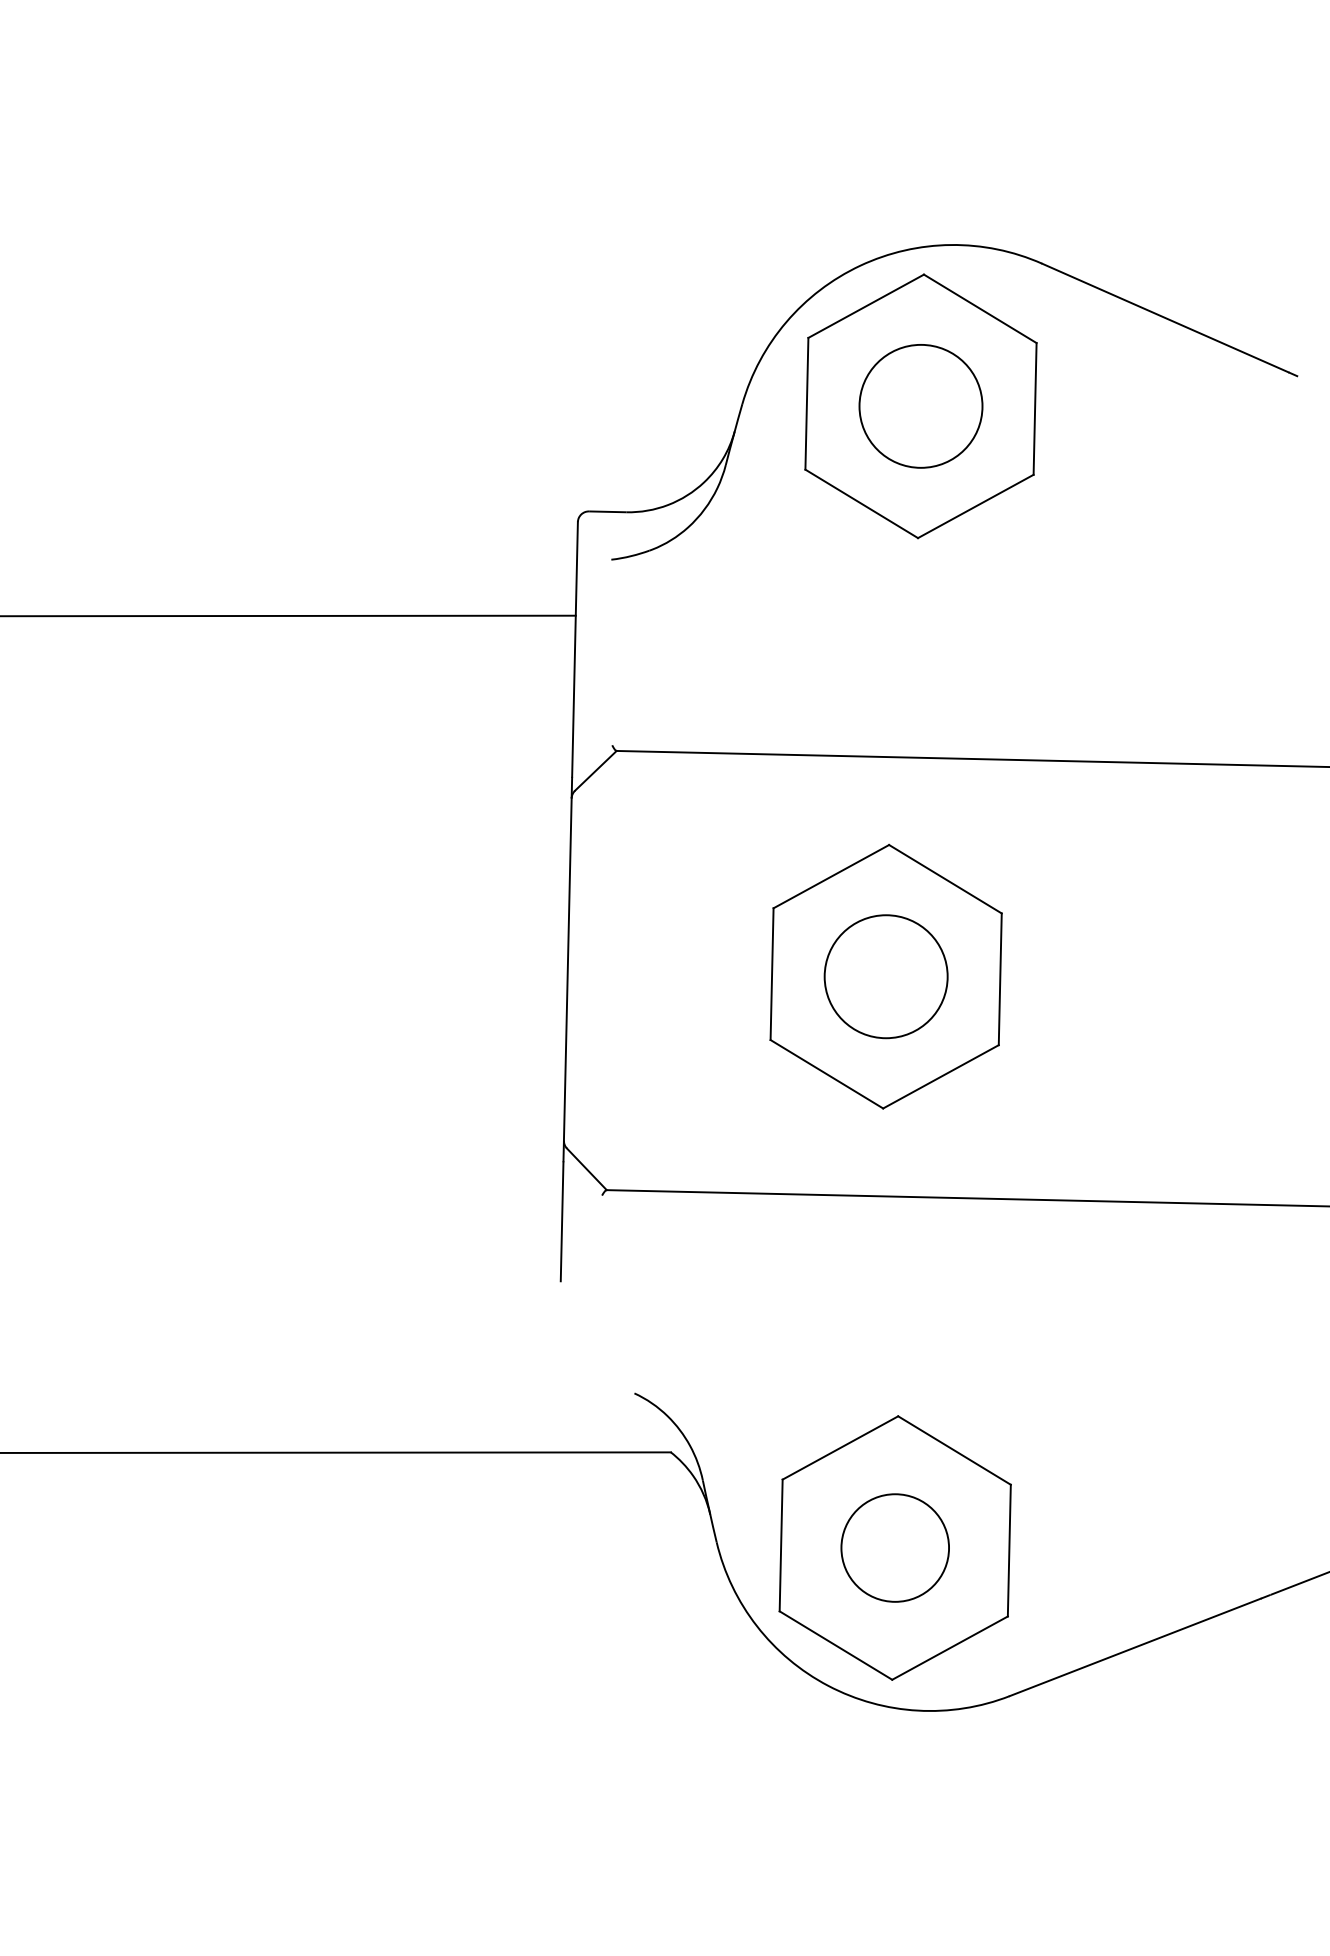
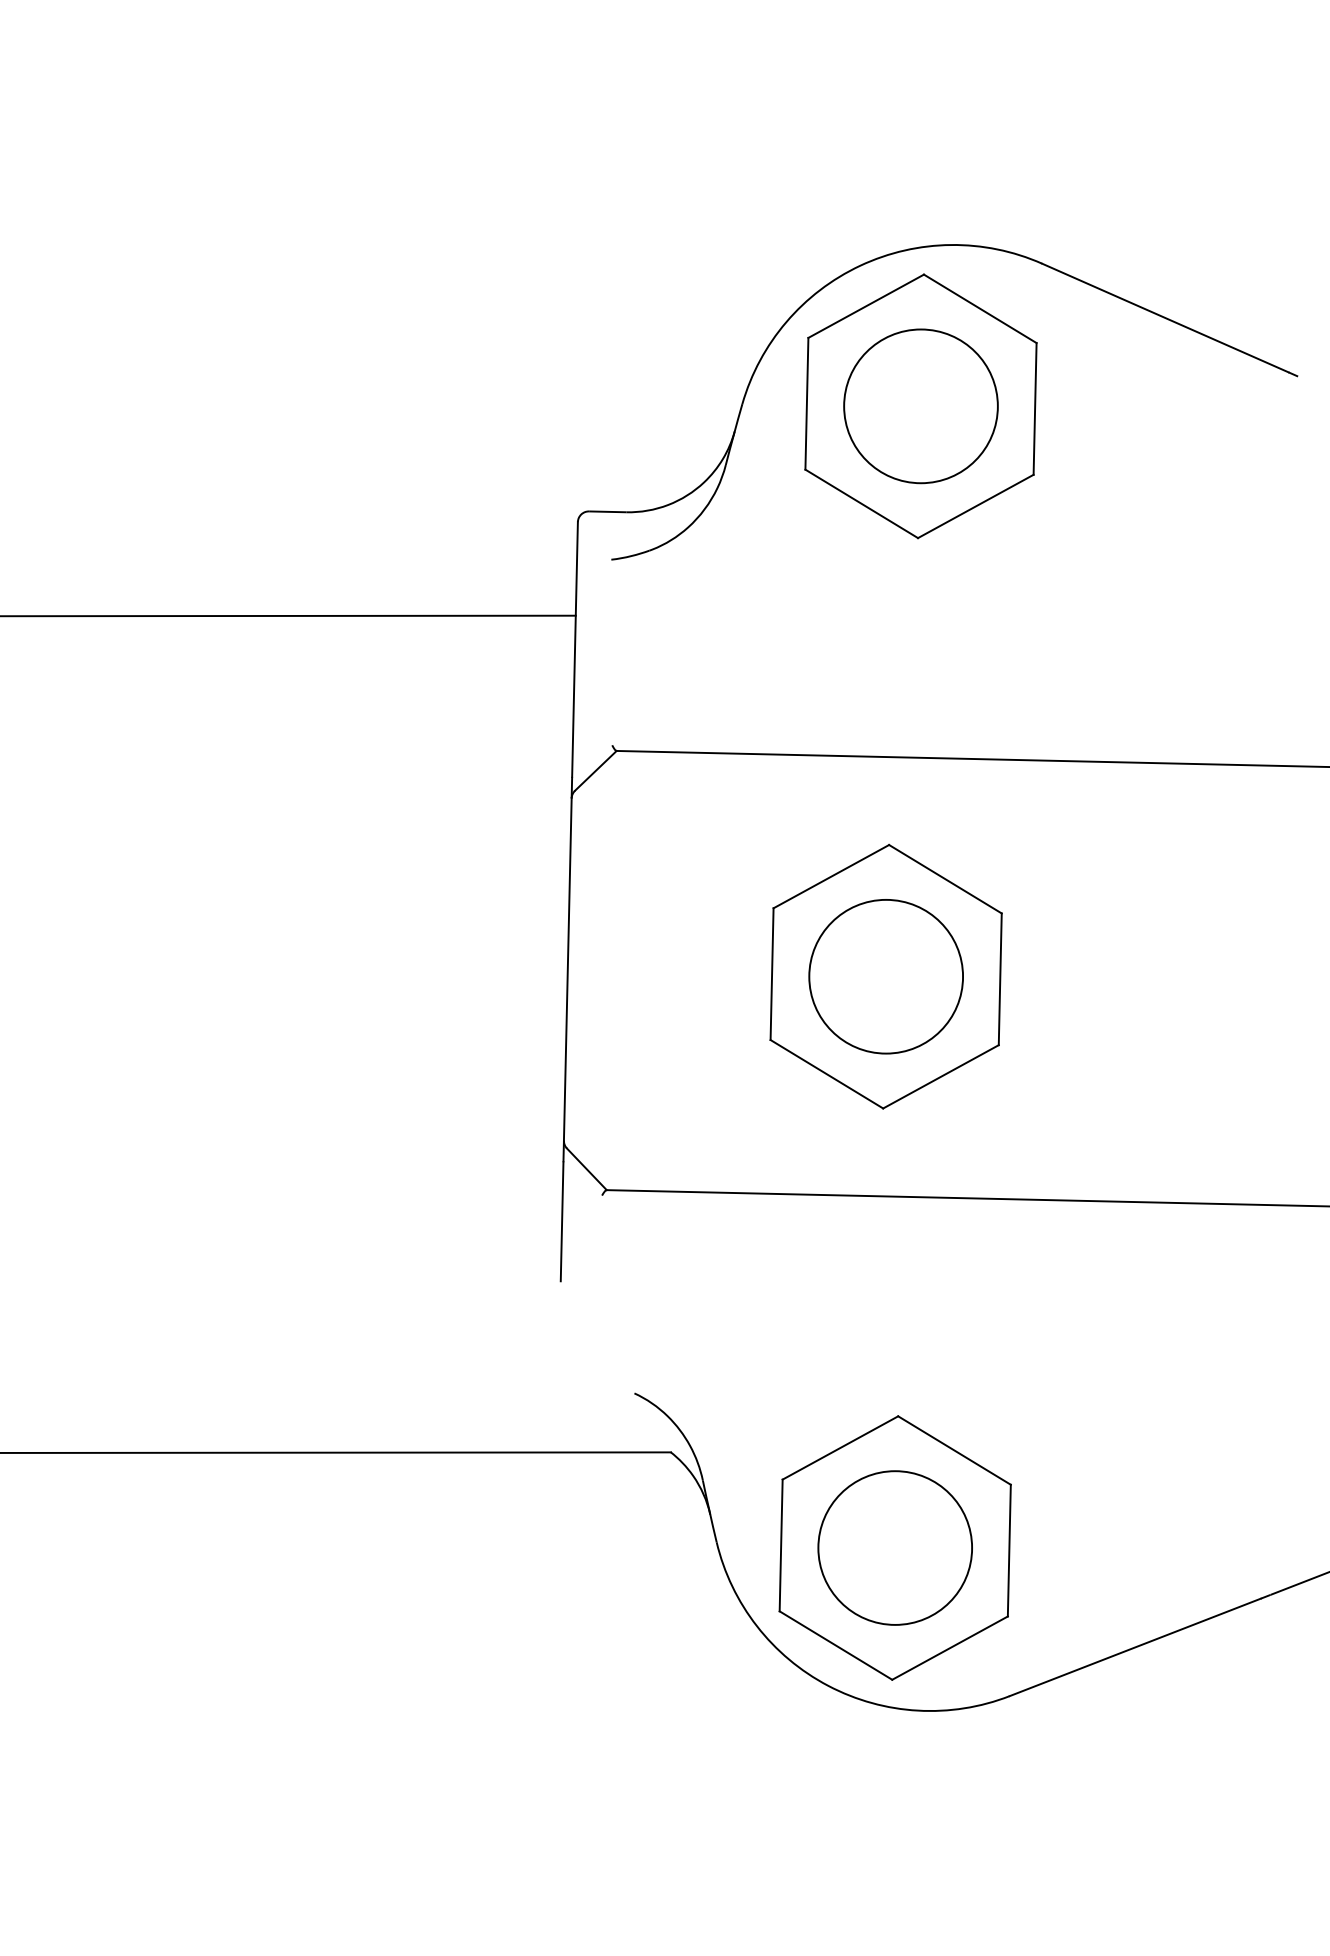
circle at (920, 405) diameter: 123 px -> 154 px
circle at (885, 976) diameter: 123 px -> 154 px
circle at (895, 1547) diameter: 108 px -> 154 px
